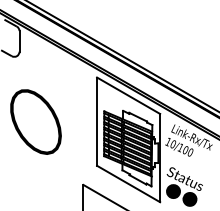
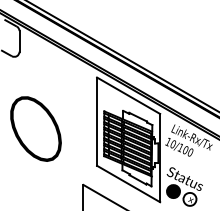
part at (35, 121) position: (35, 121) -> (35, 128)
fill at (189, 198): present -> none
